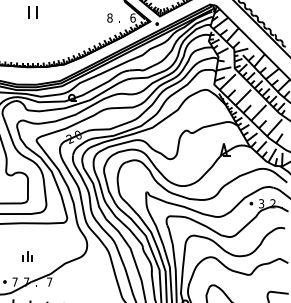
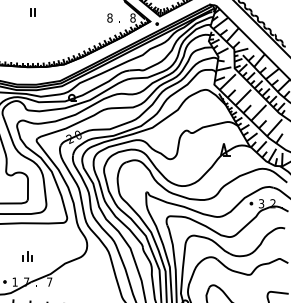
part at (32, 12) size: 10x13 px -> 6x9 px
text at (132, 17): 6 -> 8
text at (14, 281): 7 -> 1
